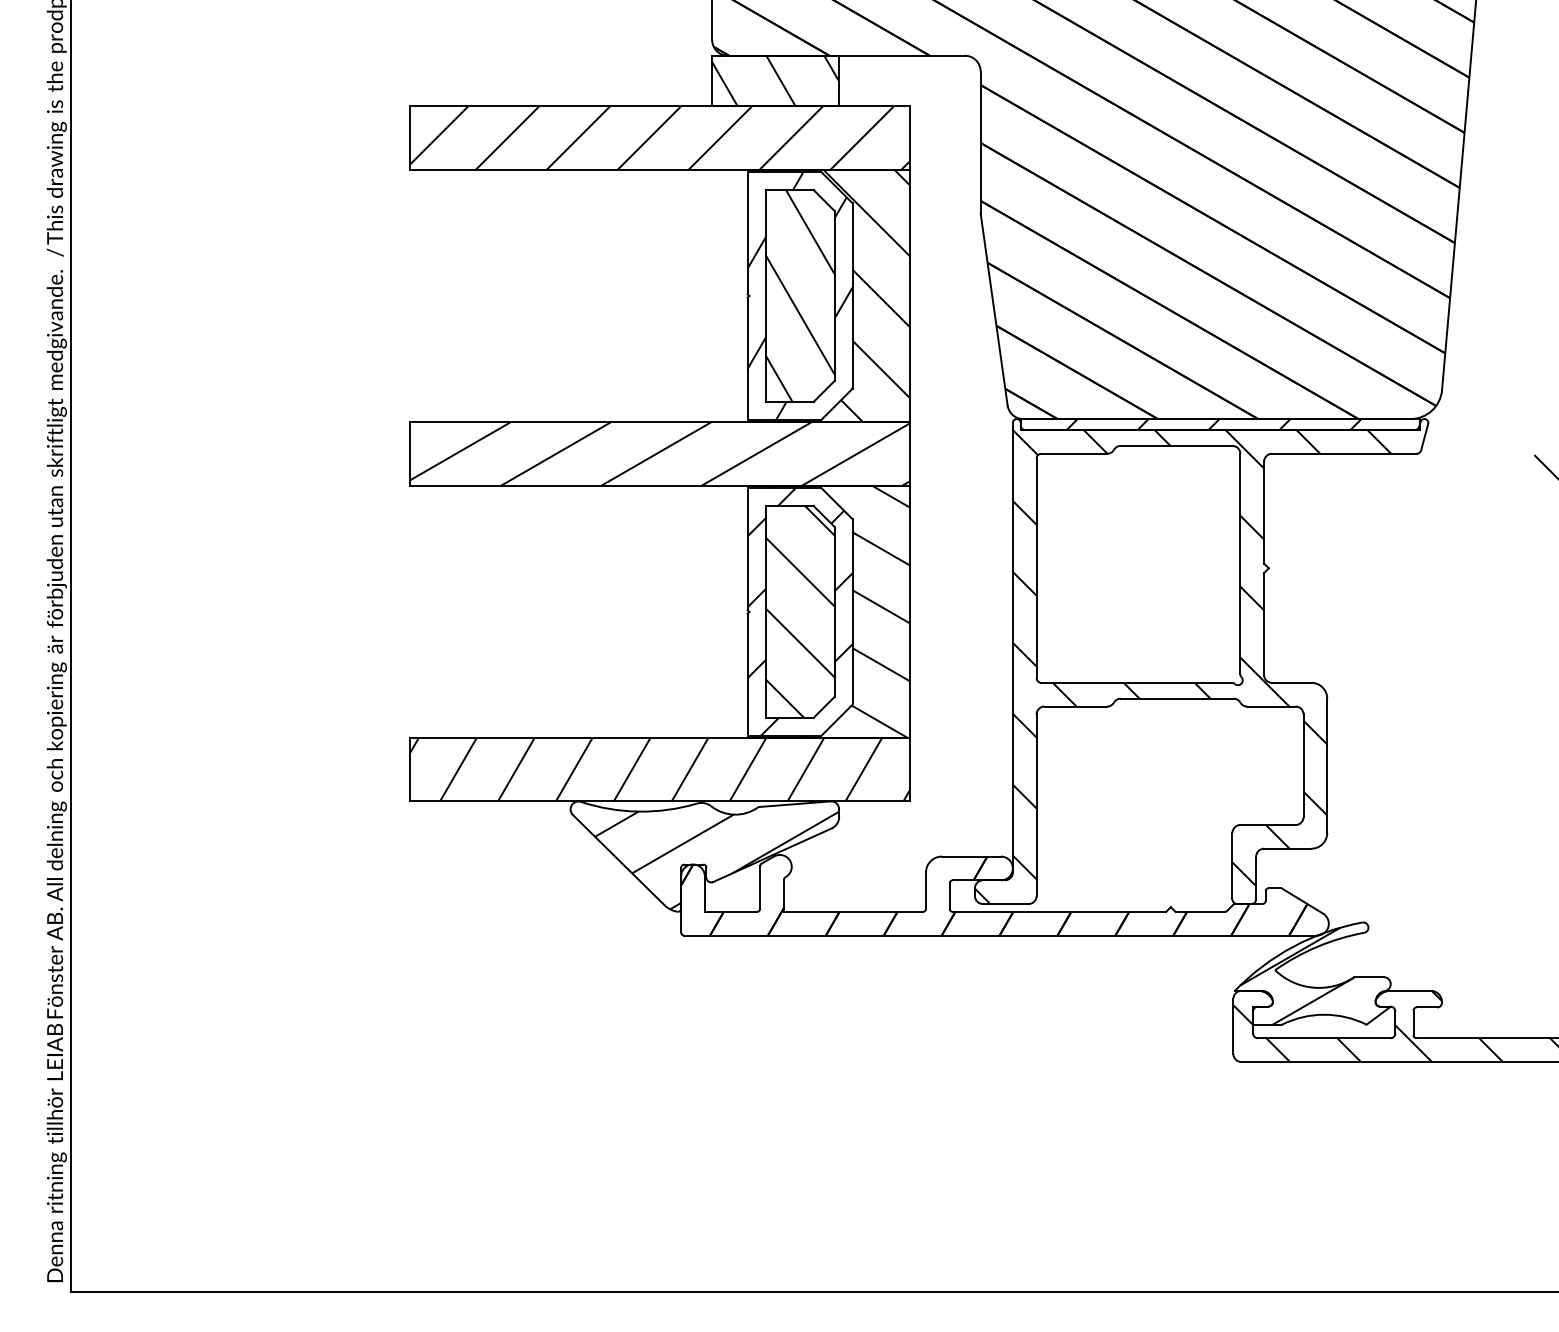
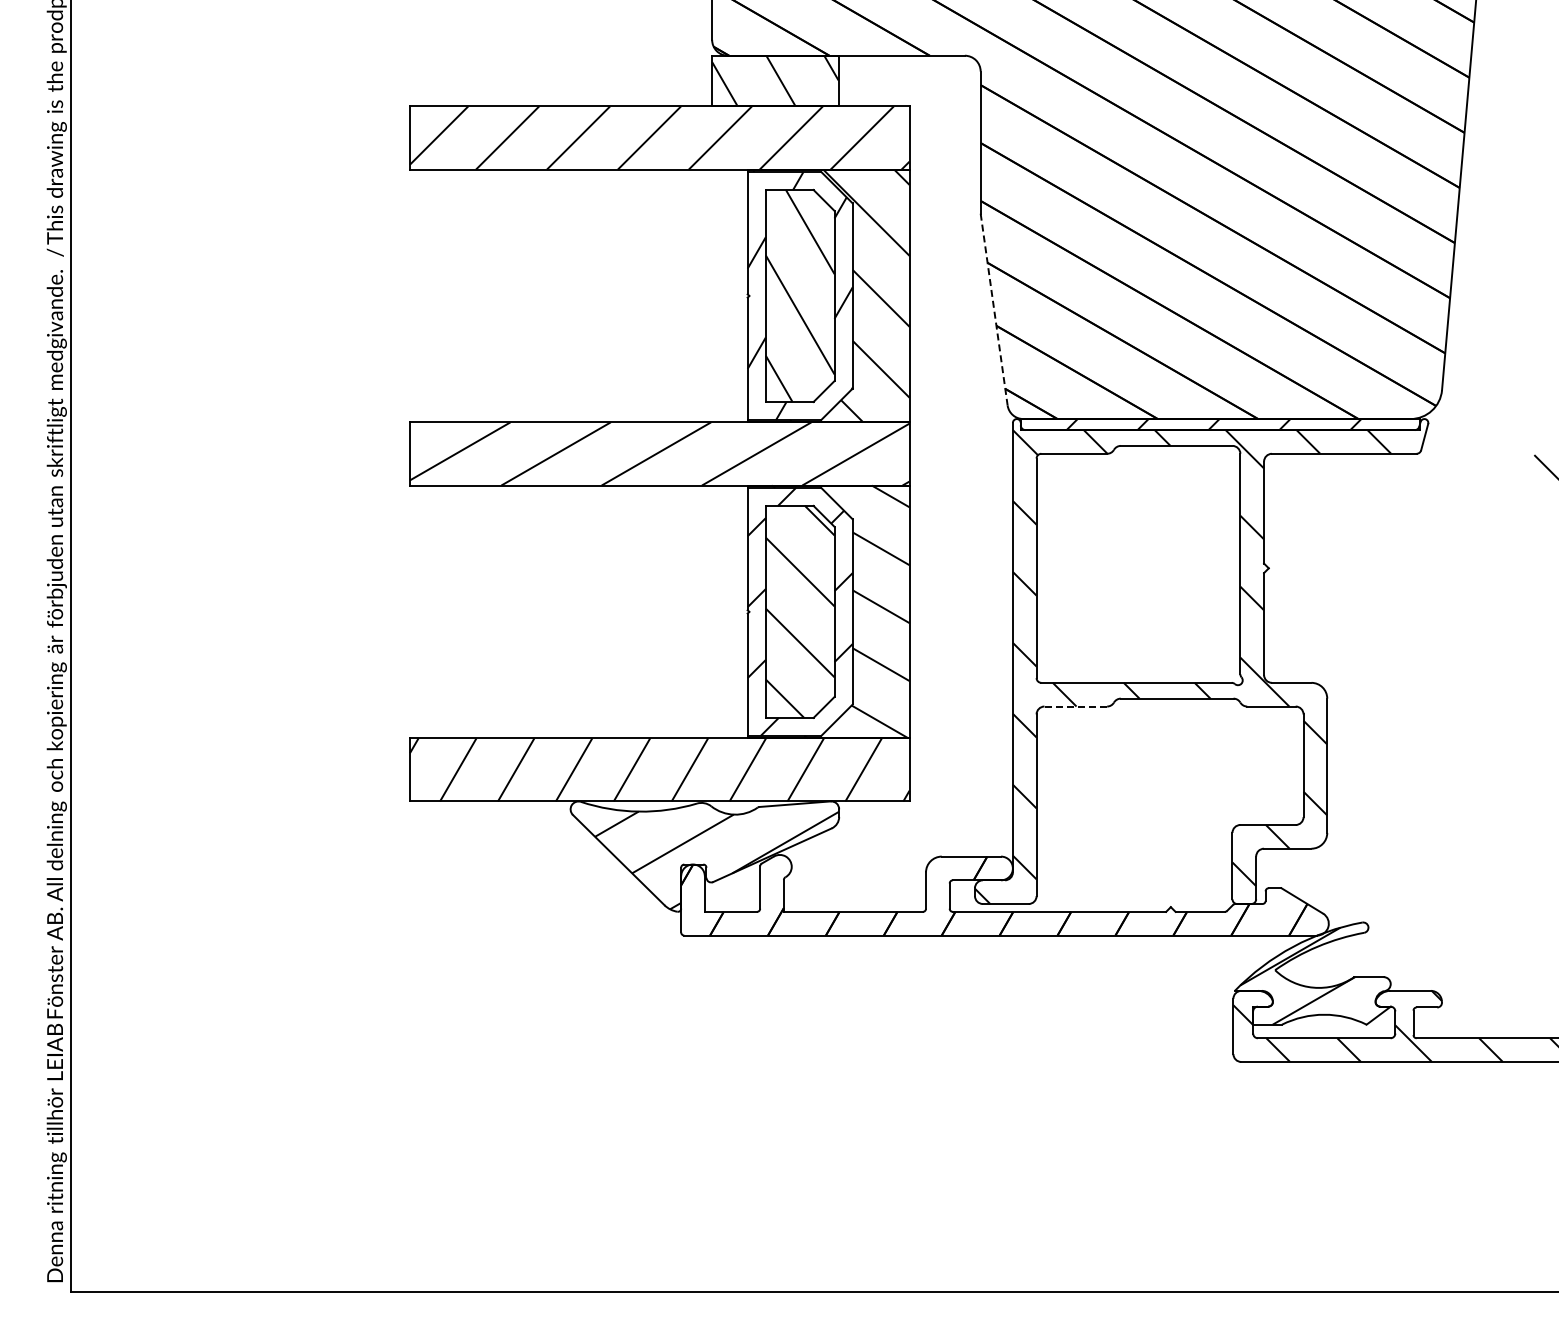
line at (994, 309): solid -> dashed
line at (1076, 706): solid -> dashed
